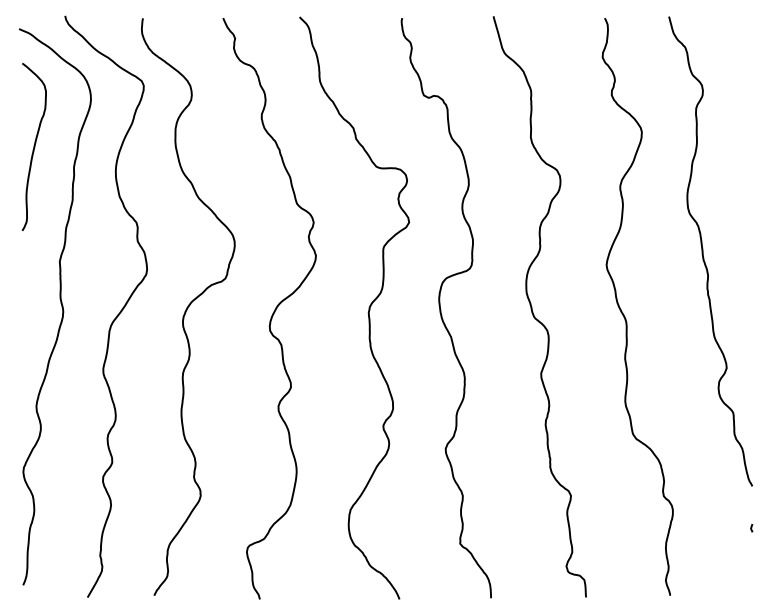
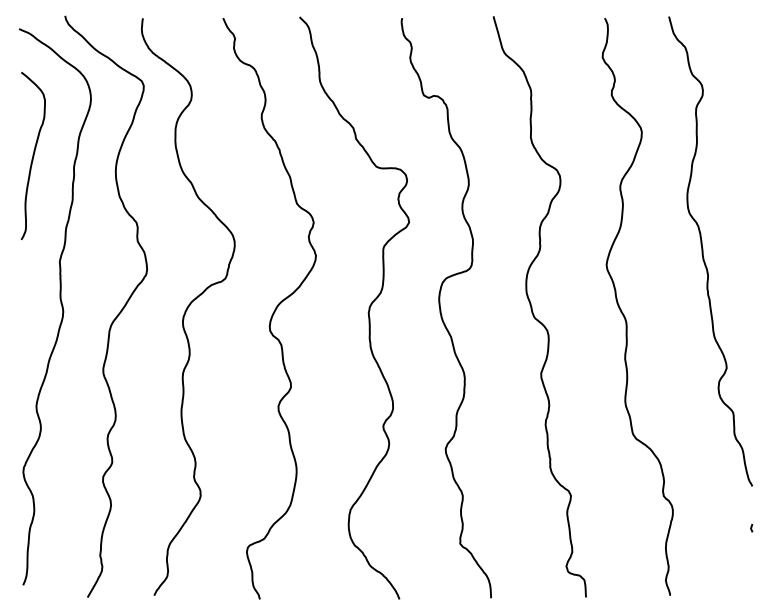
curve at (33, 146) position: (33, 146) -> (32, 155)
